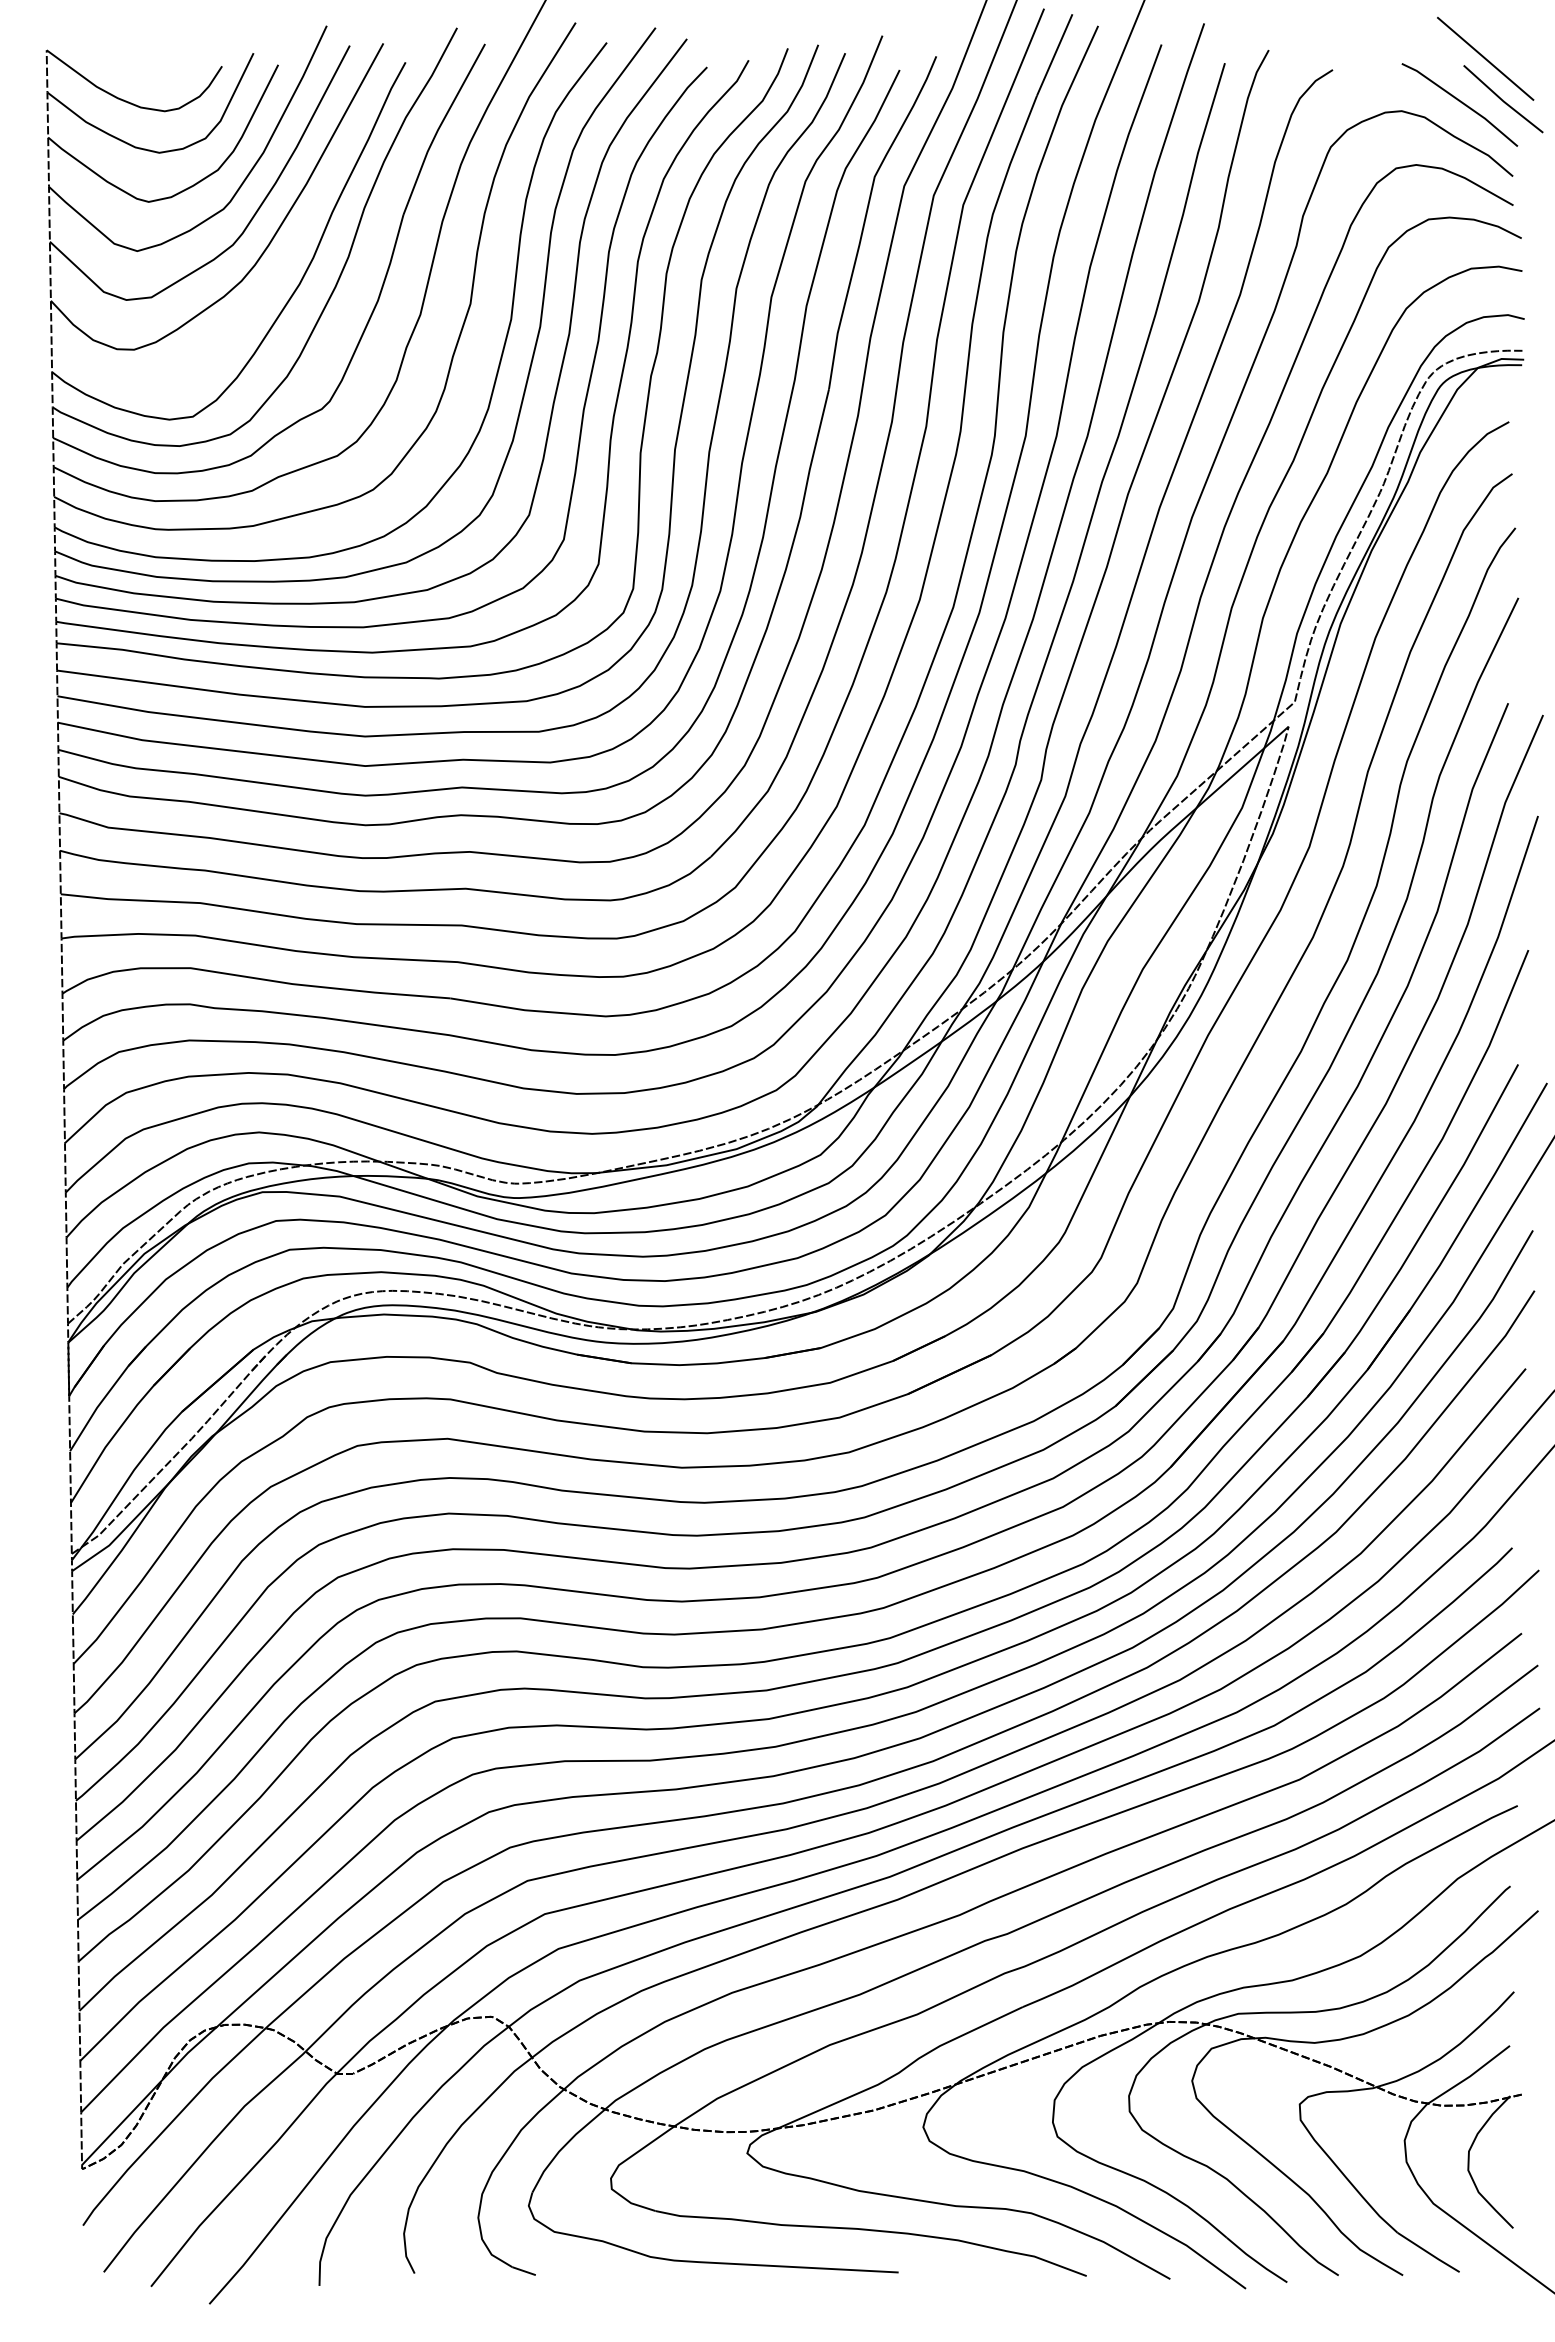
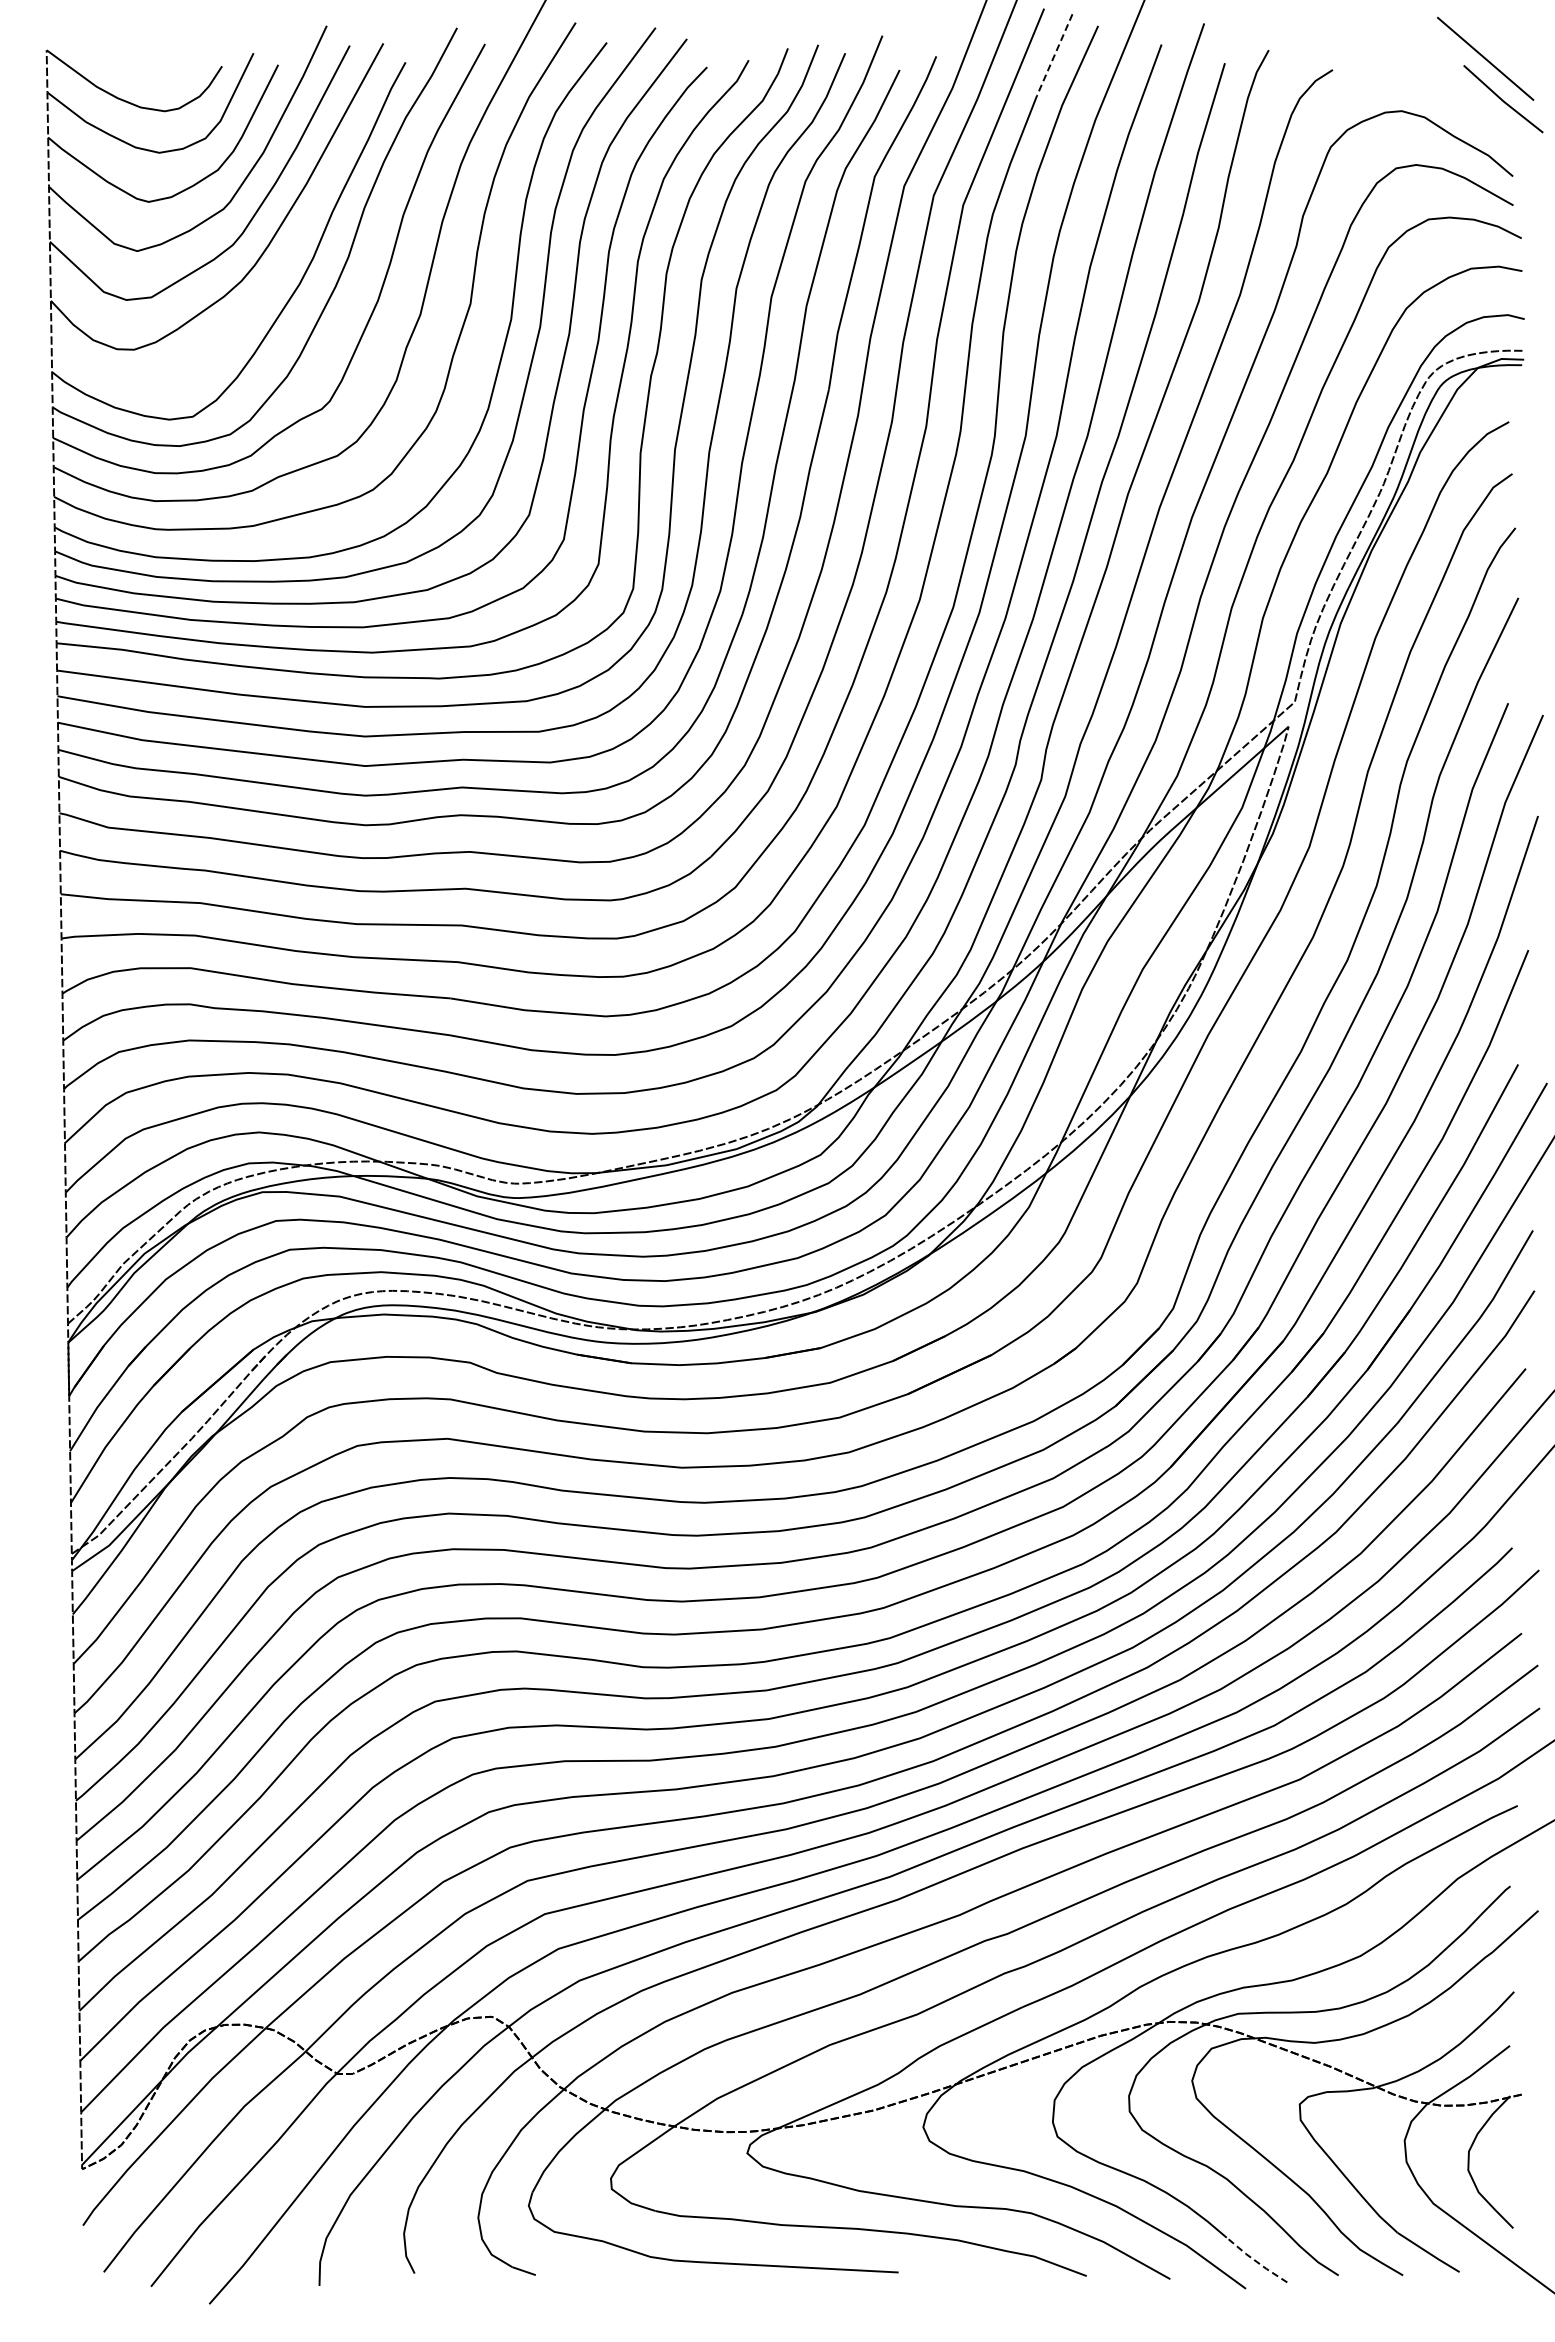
line at (1054, 55): solid -> dashed
line at (1460, 102): present -> none
line at (1255, 2261): solid -> dashed
